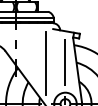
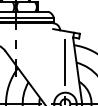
line at (46, 63): present -> none
